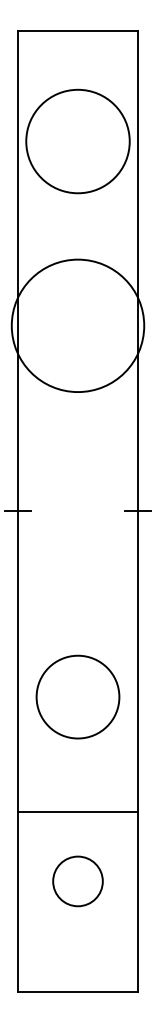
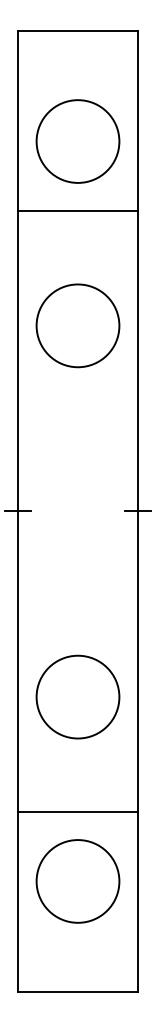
circle at (77, 141) diameter: 103 px -> 83 px
line at (77, 210): none -> present
circle at (77, 325) diameter: 132 px -> 83 px
circle at (77, 881) diameter: 50 px -> 83 px
